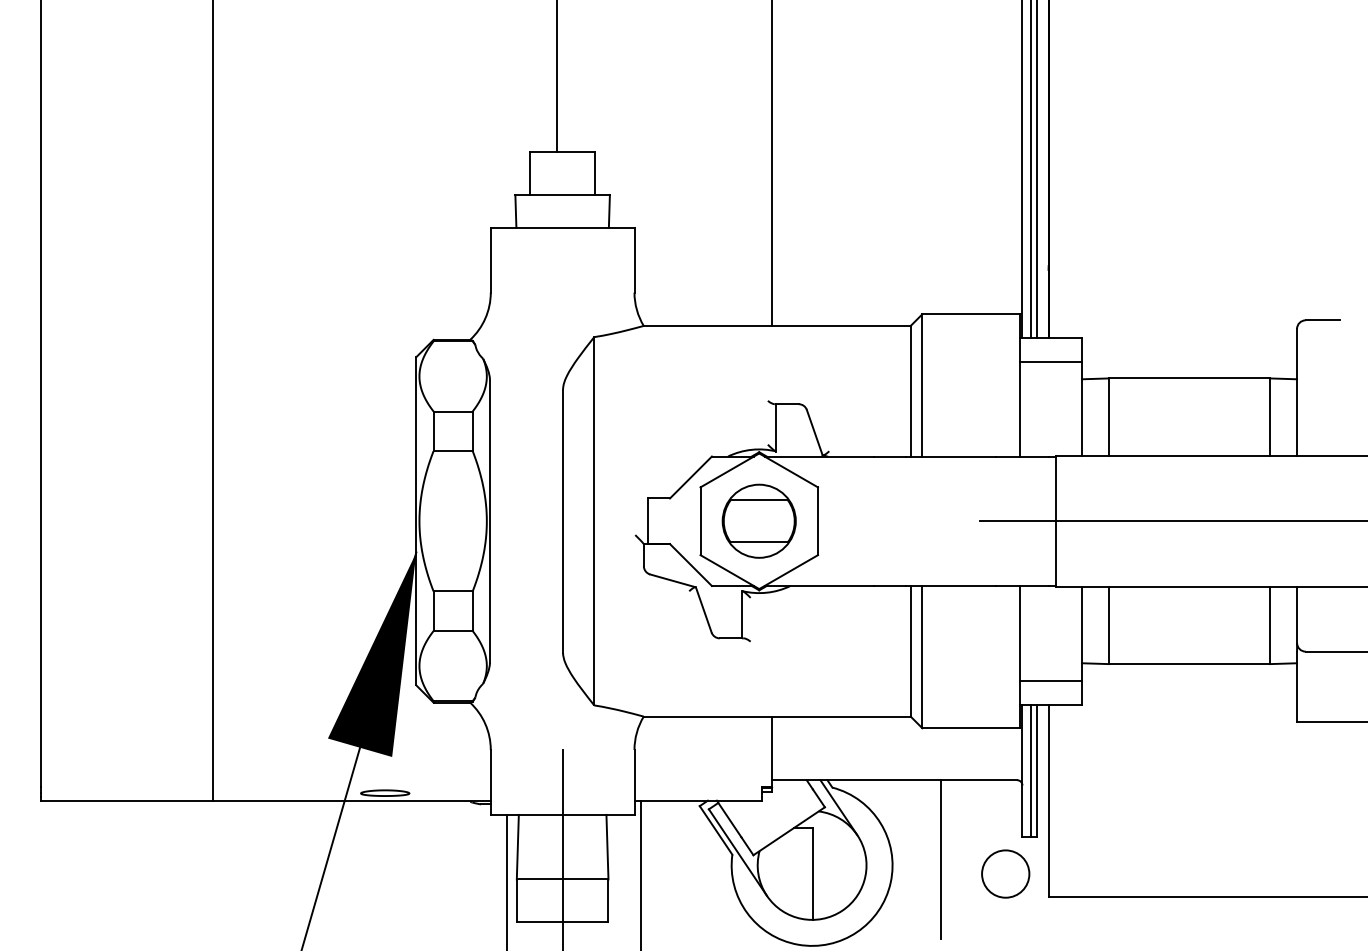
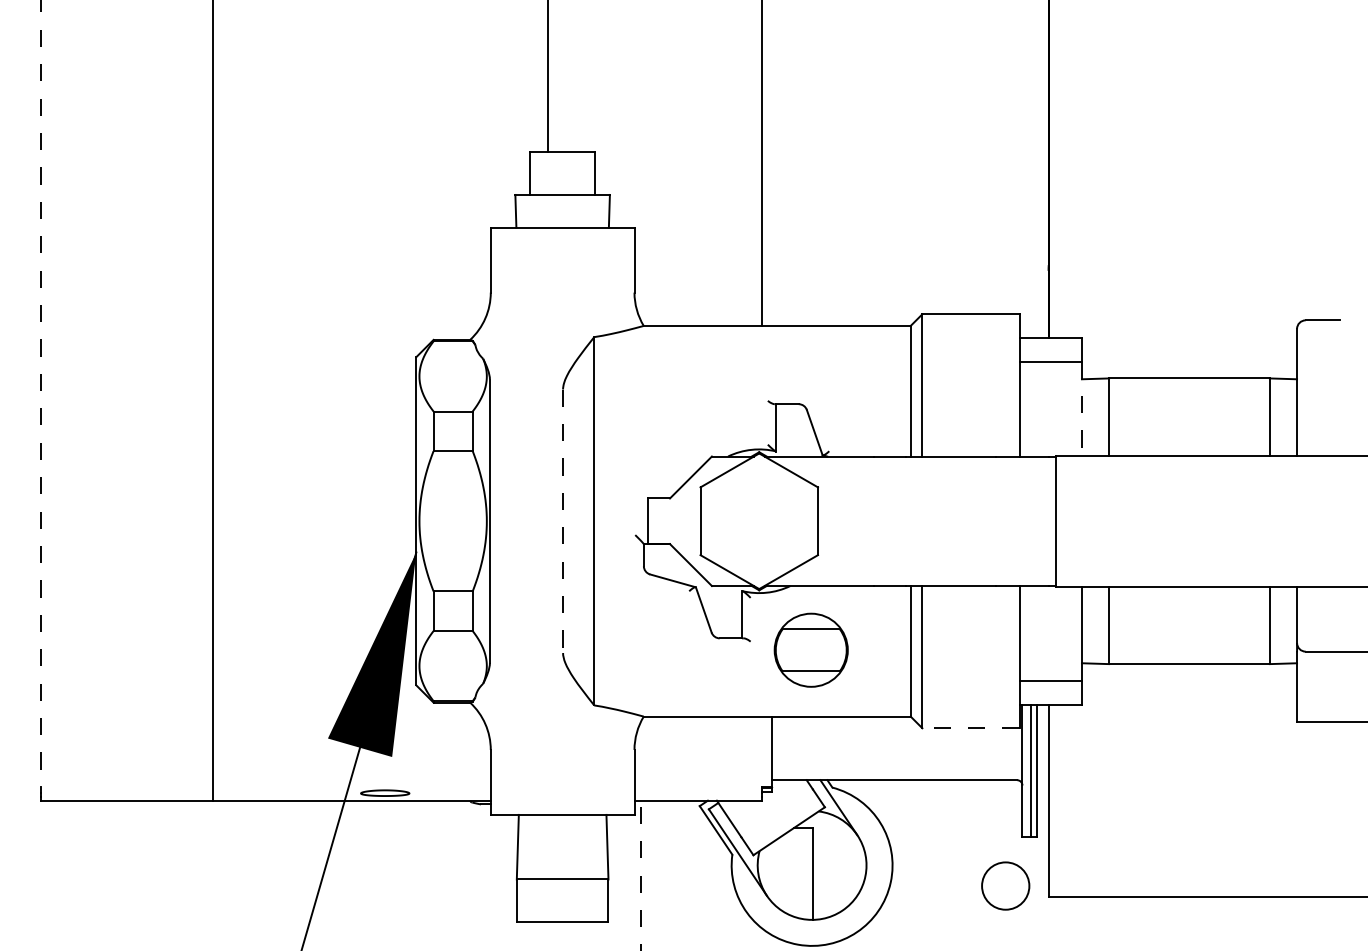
line at (557, 76) position: (557, 76) -> (548, 76)
line at (772, 163) position: (772, 163) -> (762, 163)
line at (1022, 170): present -> none
line at (1030, 170): present -> none
line at (1037, 170): present -> none
line at (41, 393): solid -> dashed
line at (1081, 409): solid -> dashed
part at (758, 520) position: (758, 520) -> (810, 649)
line at (563, 521): solid -> dashed
line at (1172, 521): present -> none
line at (970, 728): solid -> dashed
line at (562, 848): present -> none
line at (941, 859): present -> none
circle at (1005, 873) position: (1005, 873) -> (1005, 885)
line at (641, 875): solid -> dashed
line at (506, 880): present -> none
